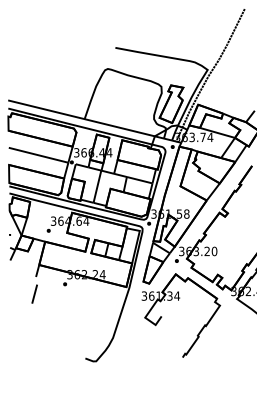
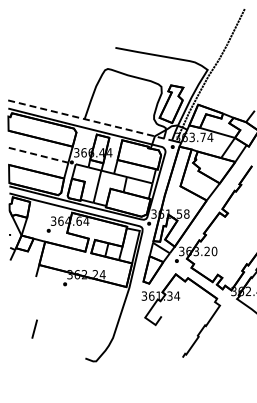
line at (90, 120): solid -> dashed
line at (38, 155): solid -> dashed
line at (34, 293) position: (34, 293) -> (34, 328)
